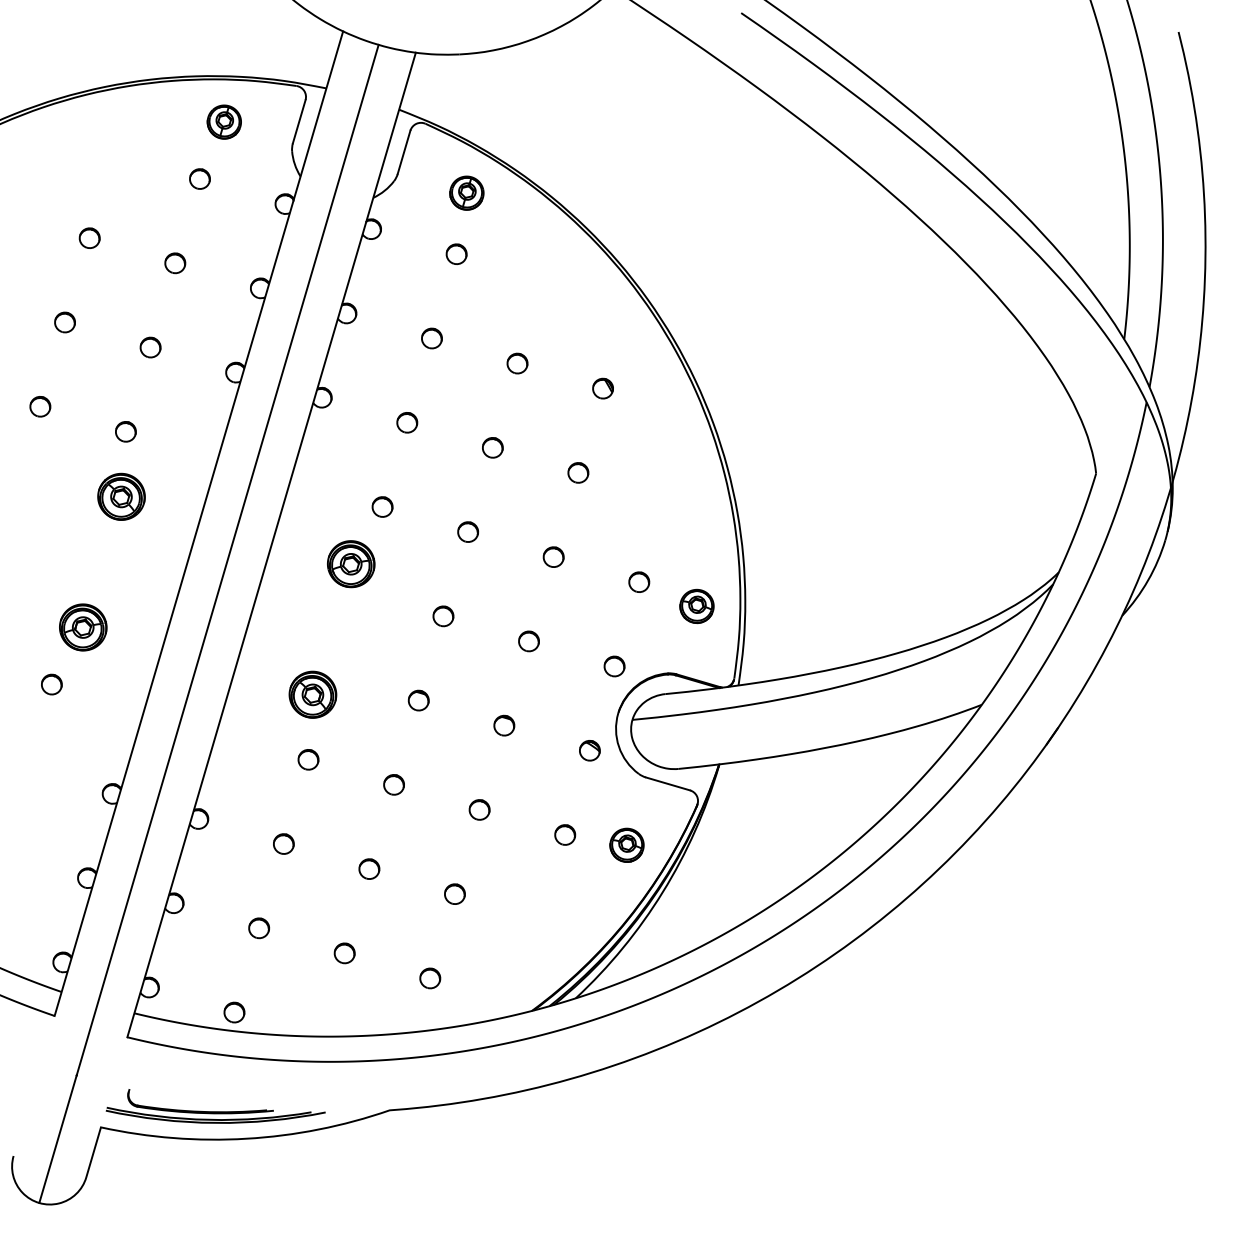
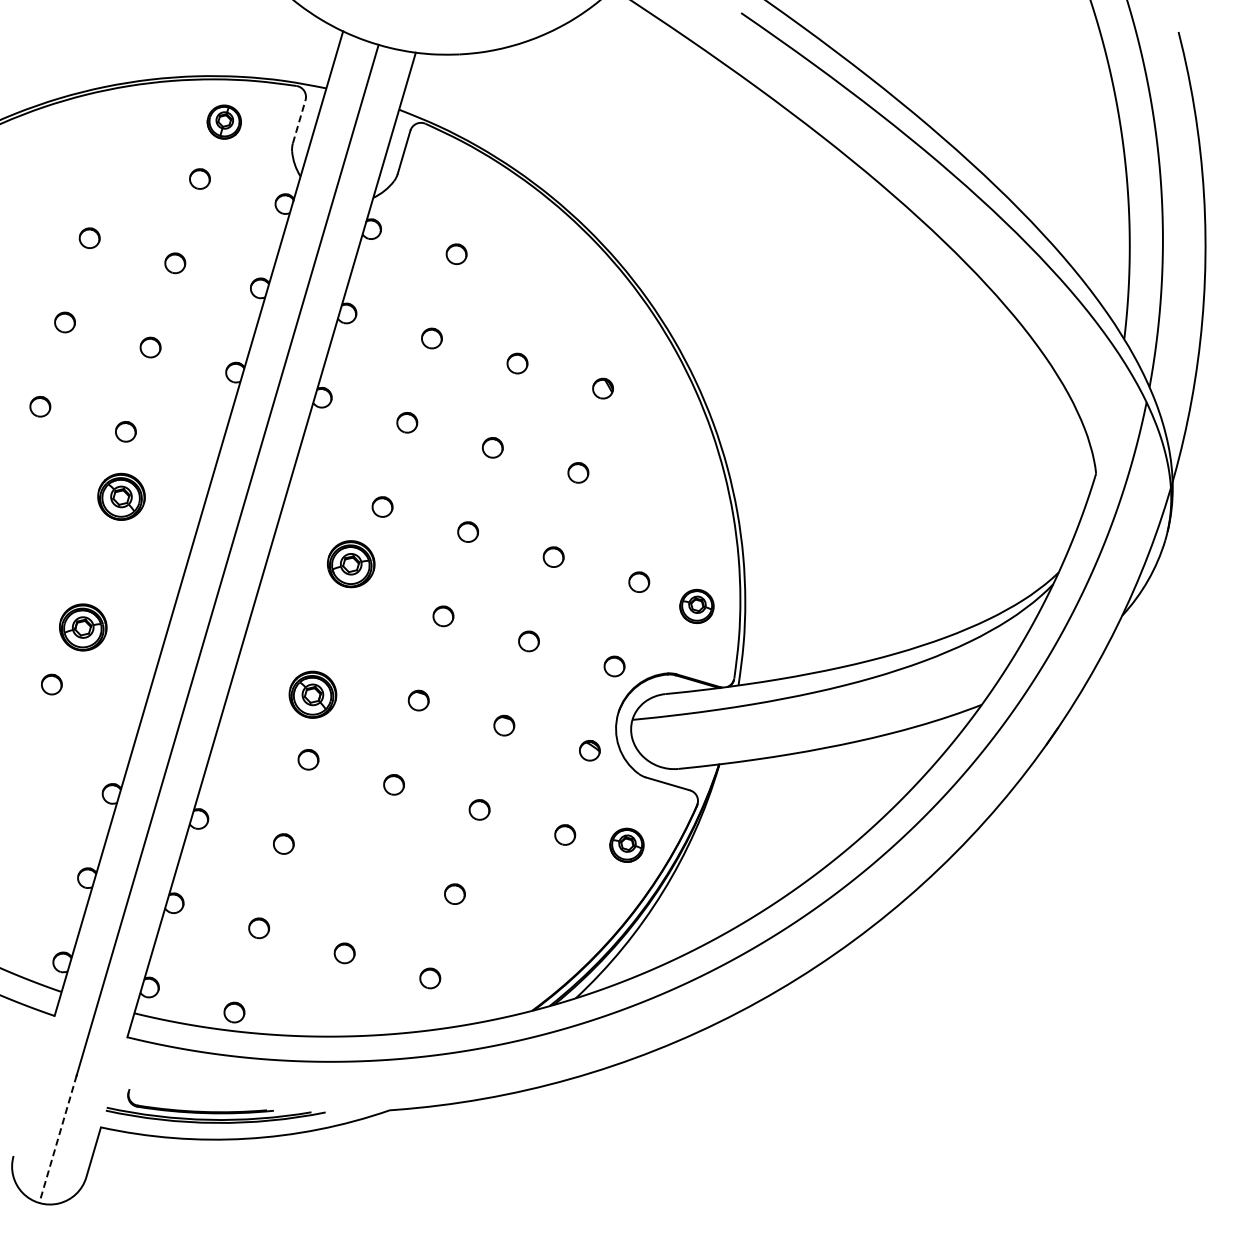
line at (299, 121): solid -> dashed
part at (466, 192): present -> none
part at (369, 868): present -> none
line at (57, 1139): solid -> dashed
